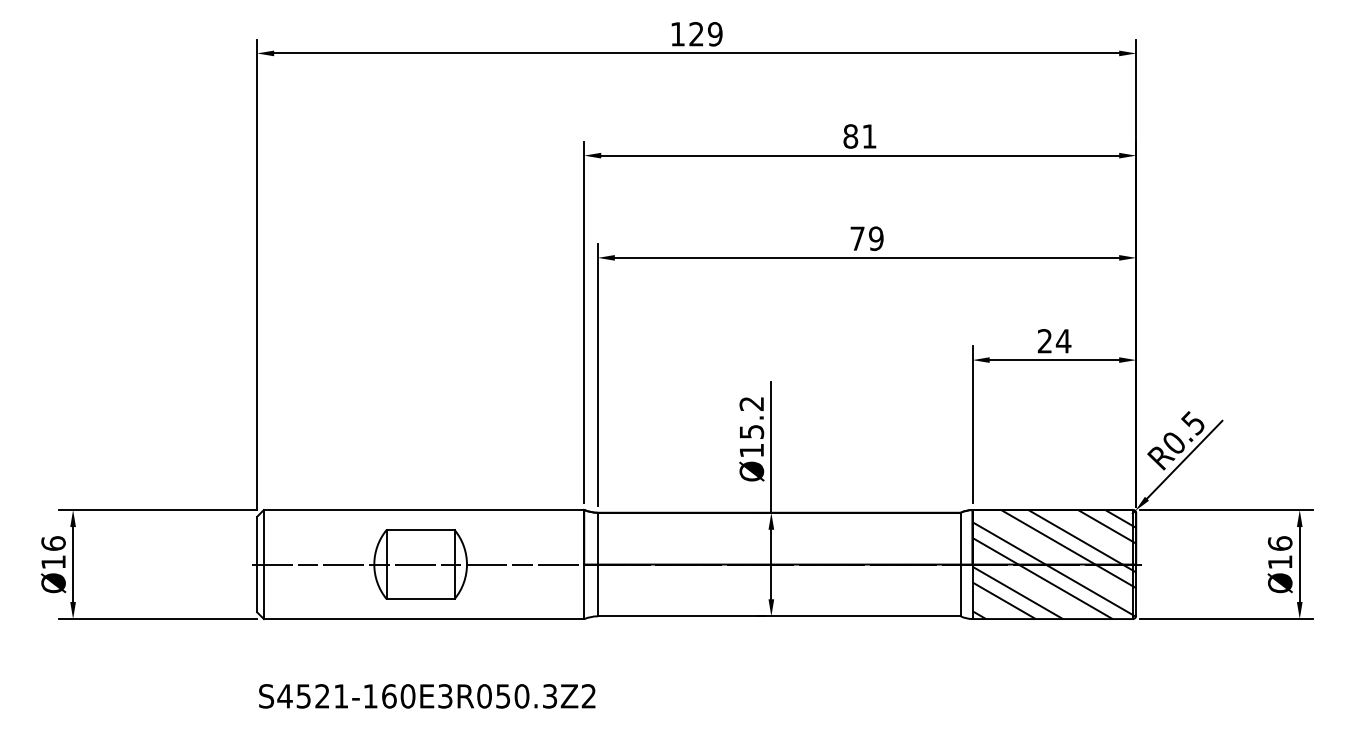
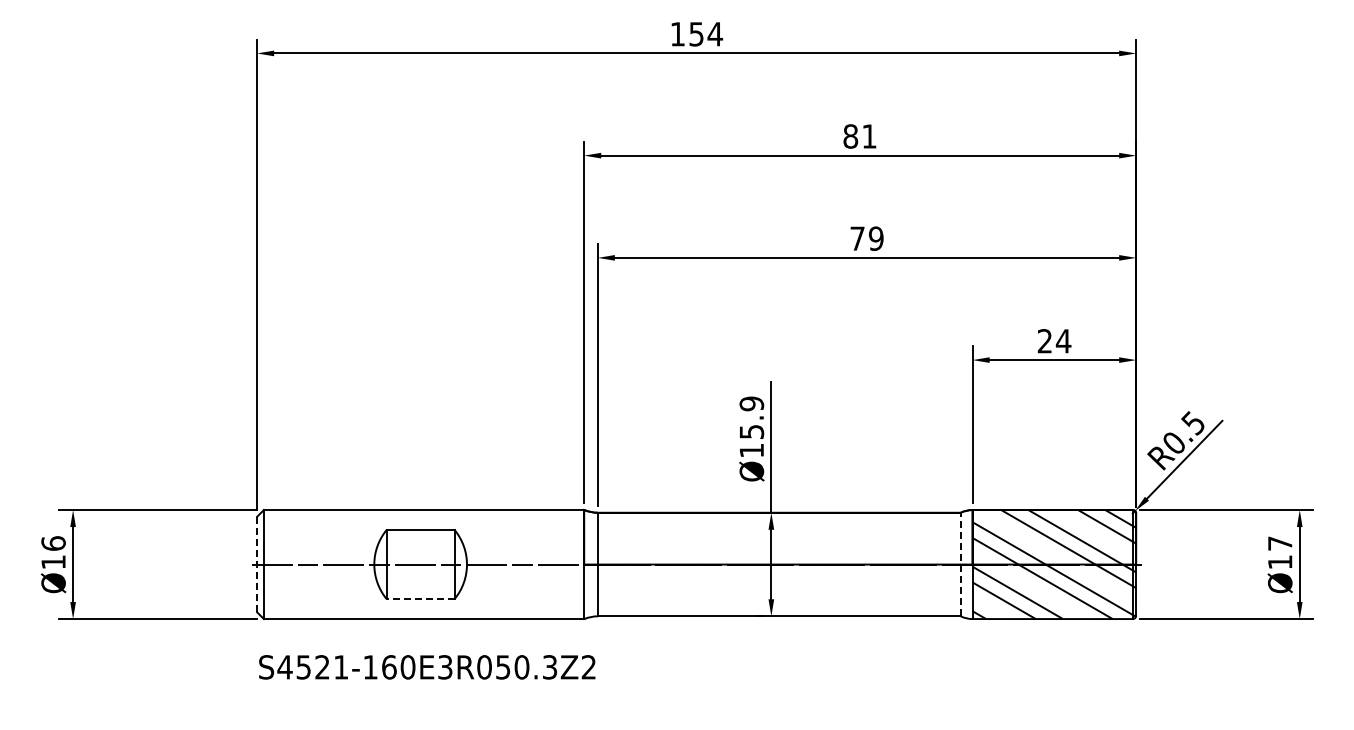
text at (706, 34): 129 -> 154
text at (751, 403): Ø15.2 -> Ø15.9
text at (1280, 543): Ø16 -> Ø17
line at (257, 564): solid -> dashed
line at (960, 564): solid -> dashed
line at (420, 599): solid -> dashed
text at (427, 696) position: (427, 696) -> (427, 667)
